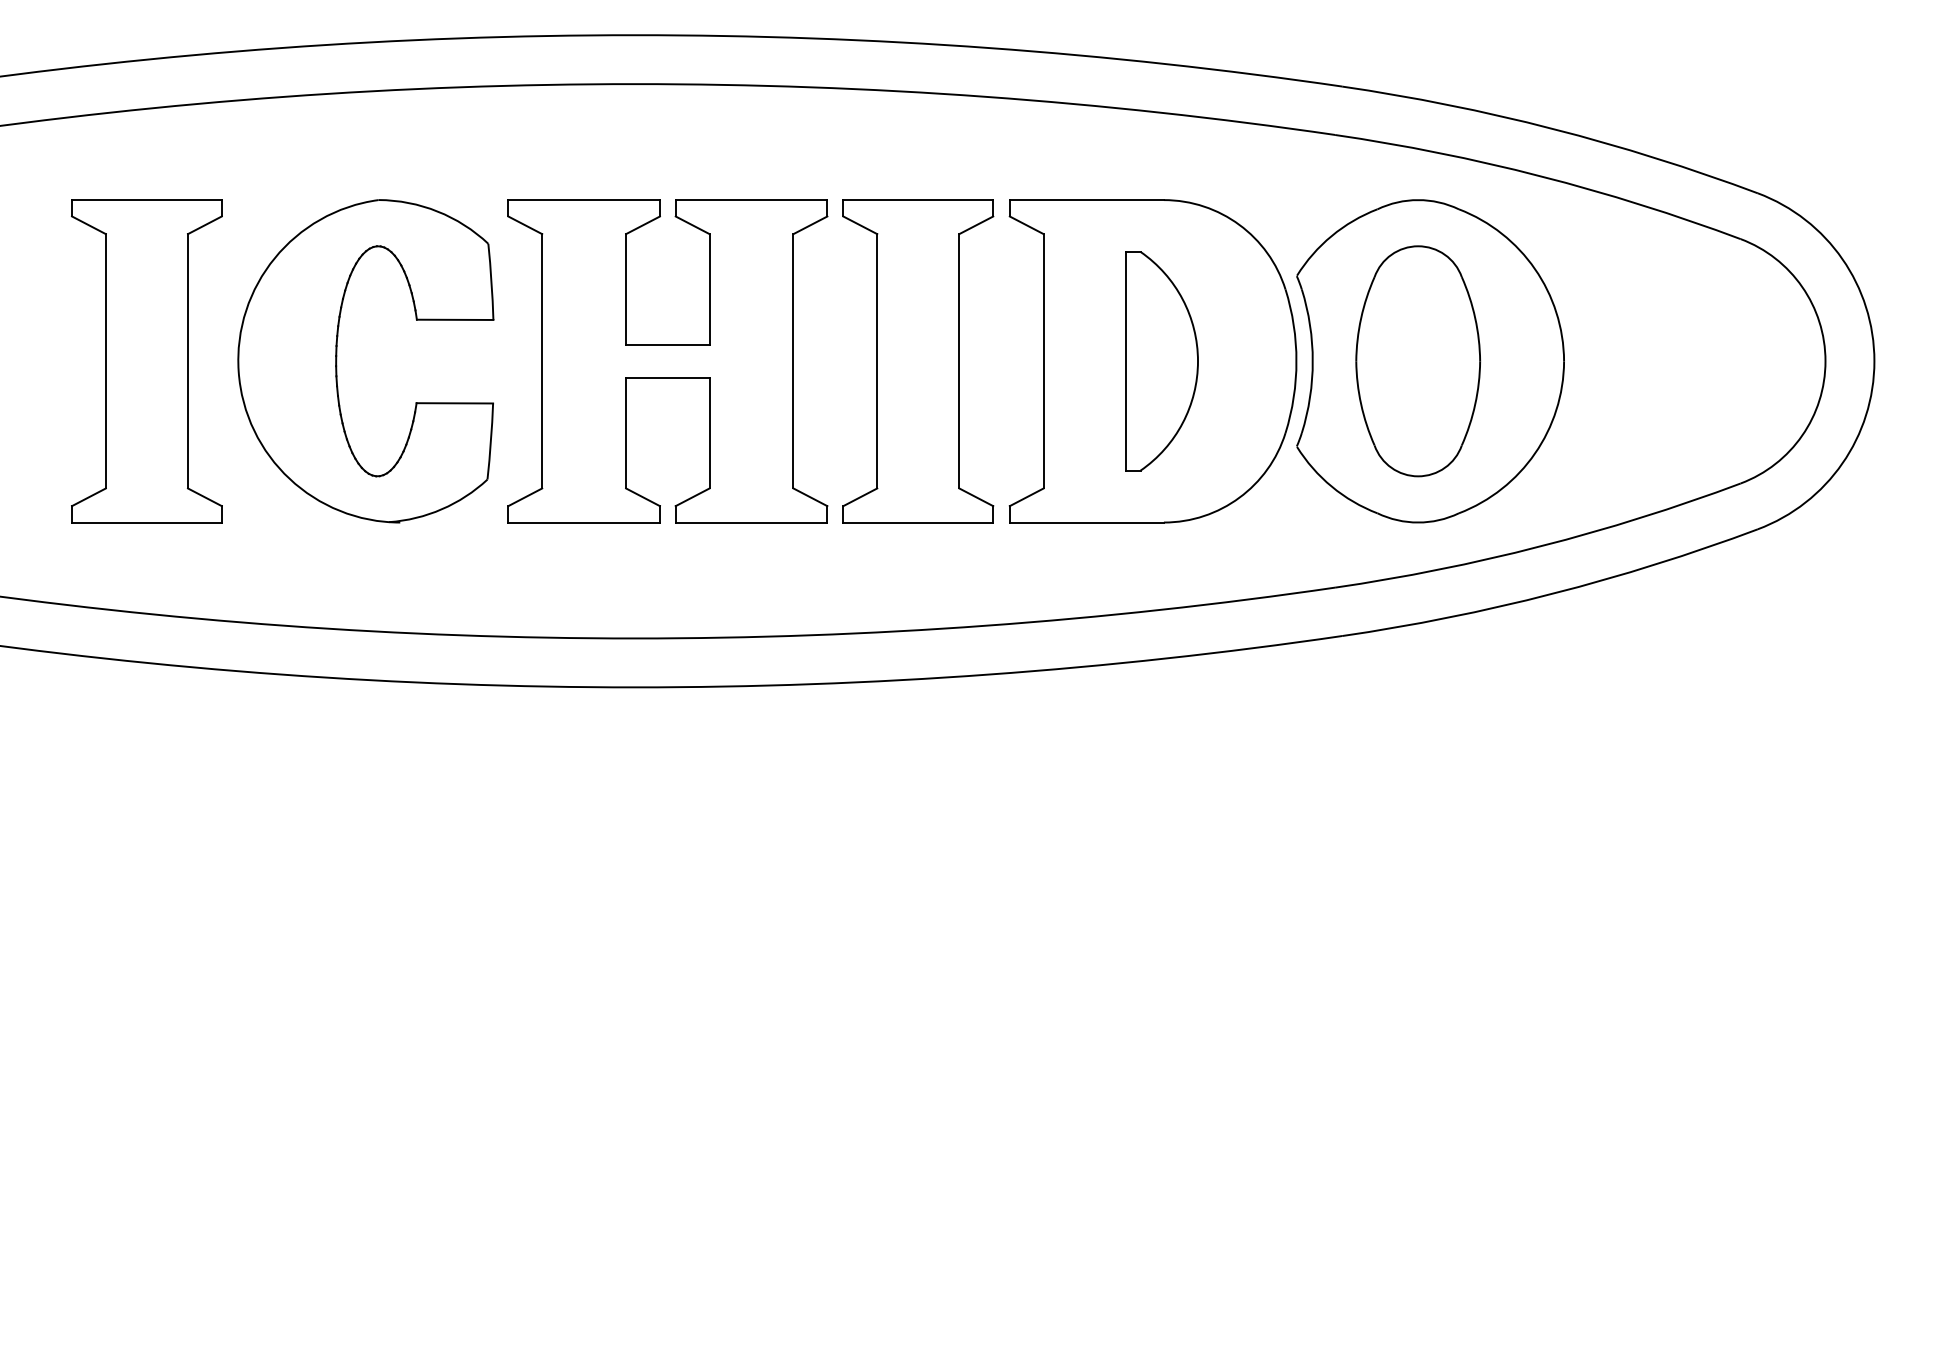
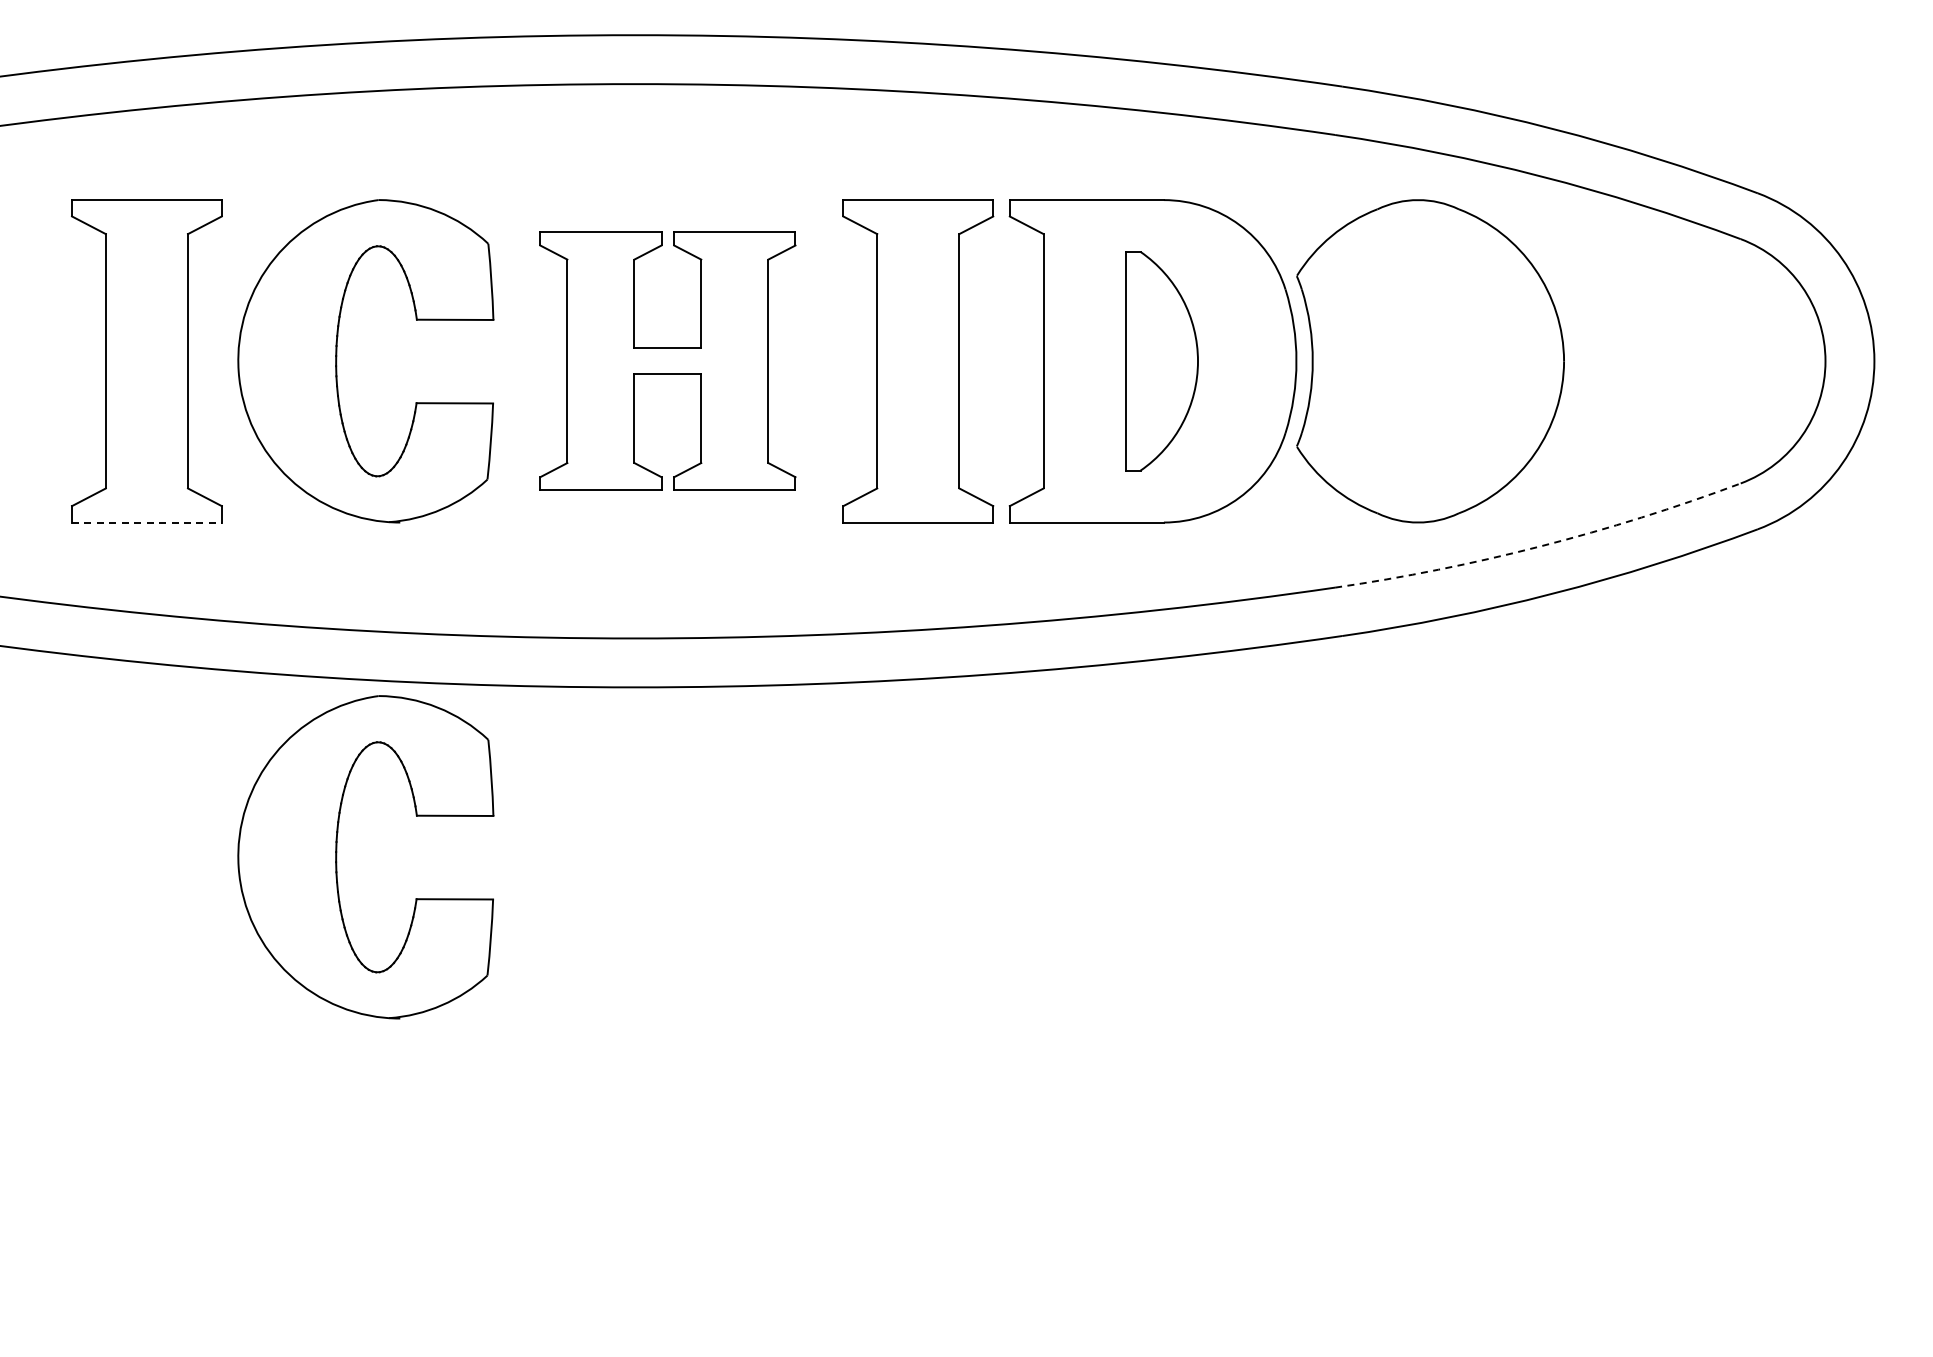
part at (667, 361) size: 322x325 px -> 258x260 px
part at (1418, 361): present -> none
line at (146, 522): solid -> dashed
arc at (1540, 546): solid -> dashed
part at (337, 857): none -> present
